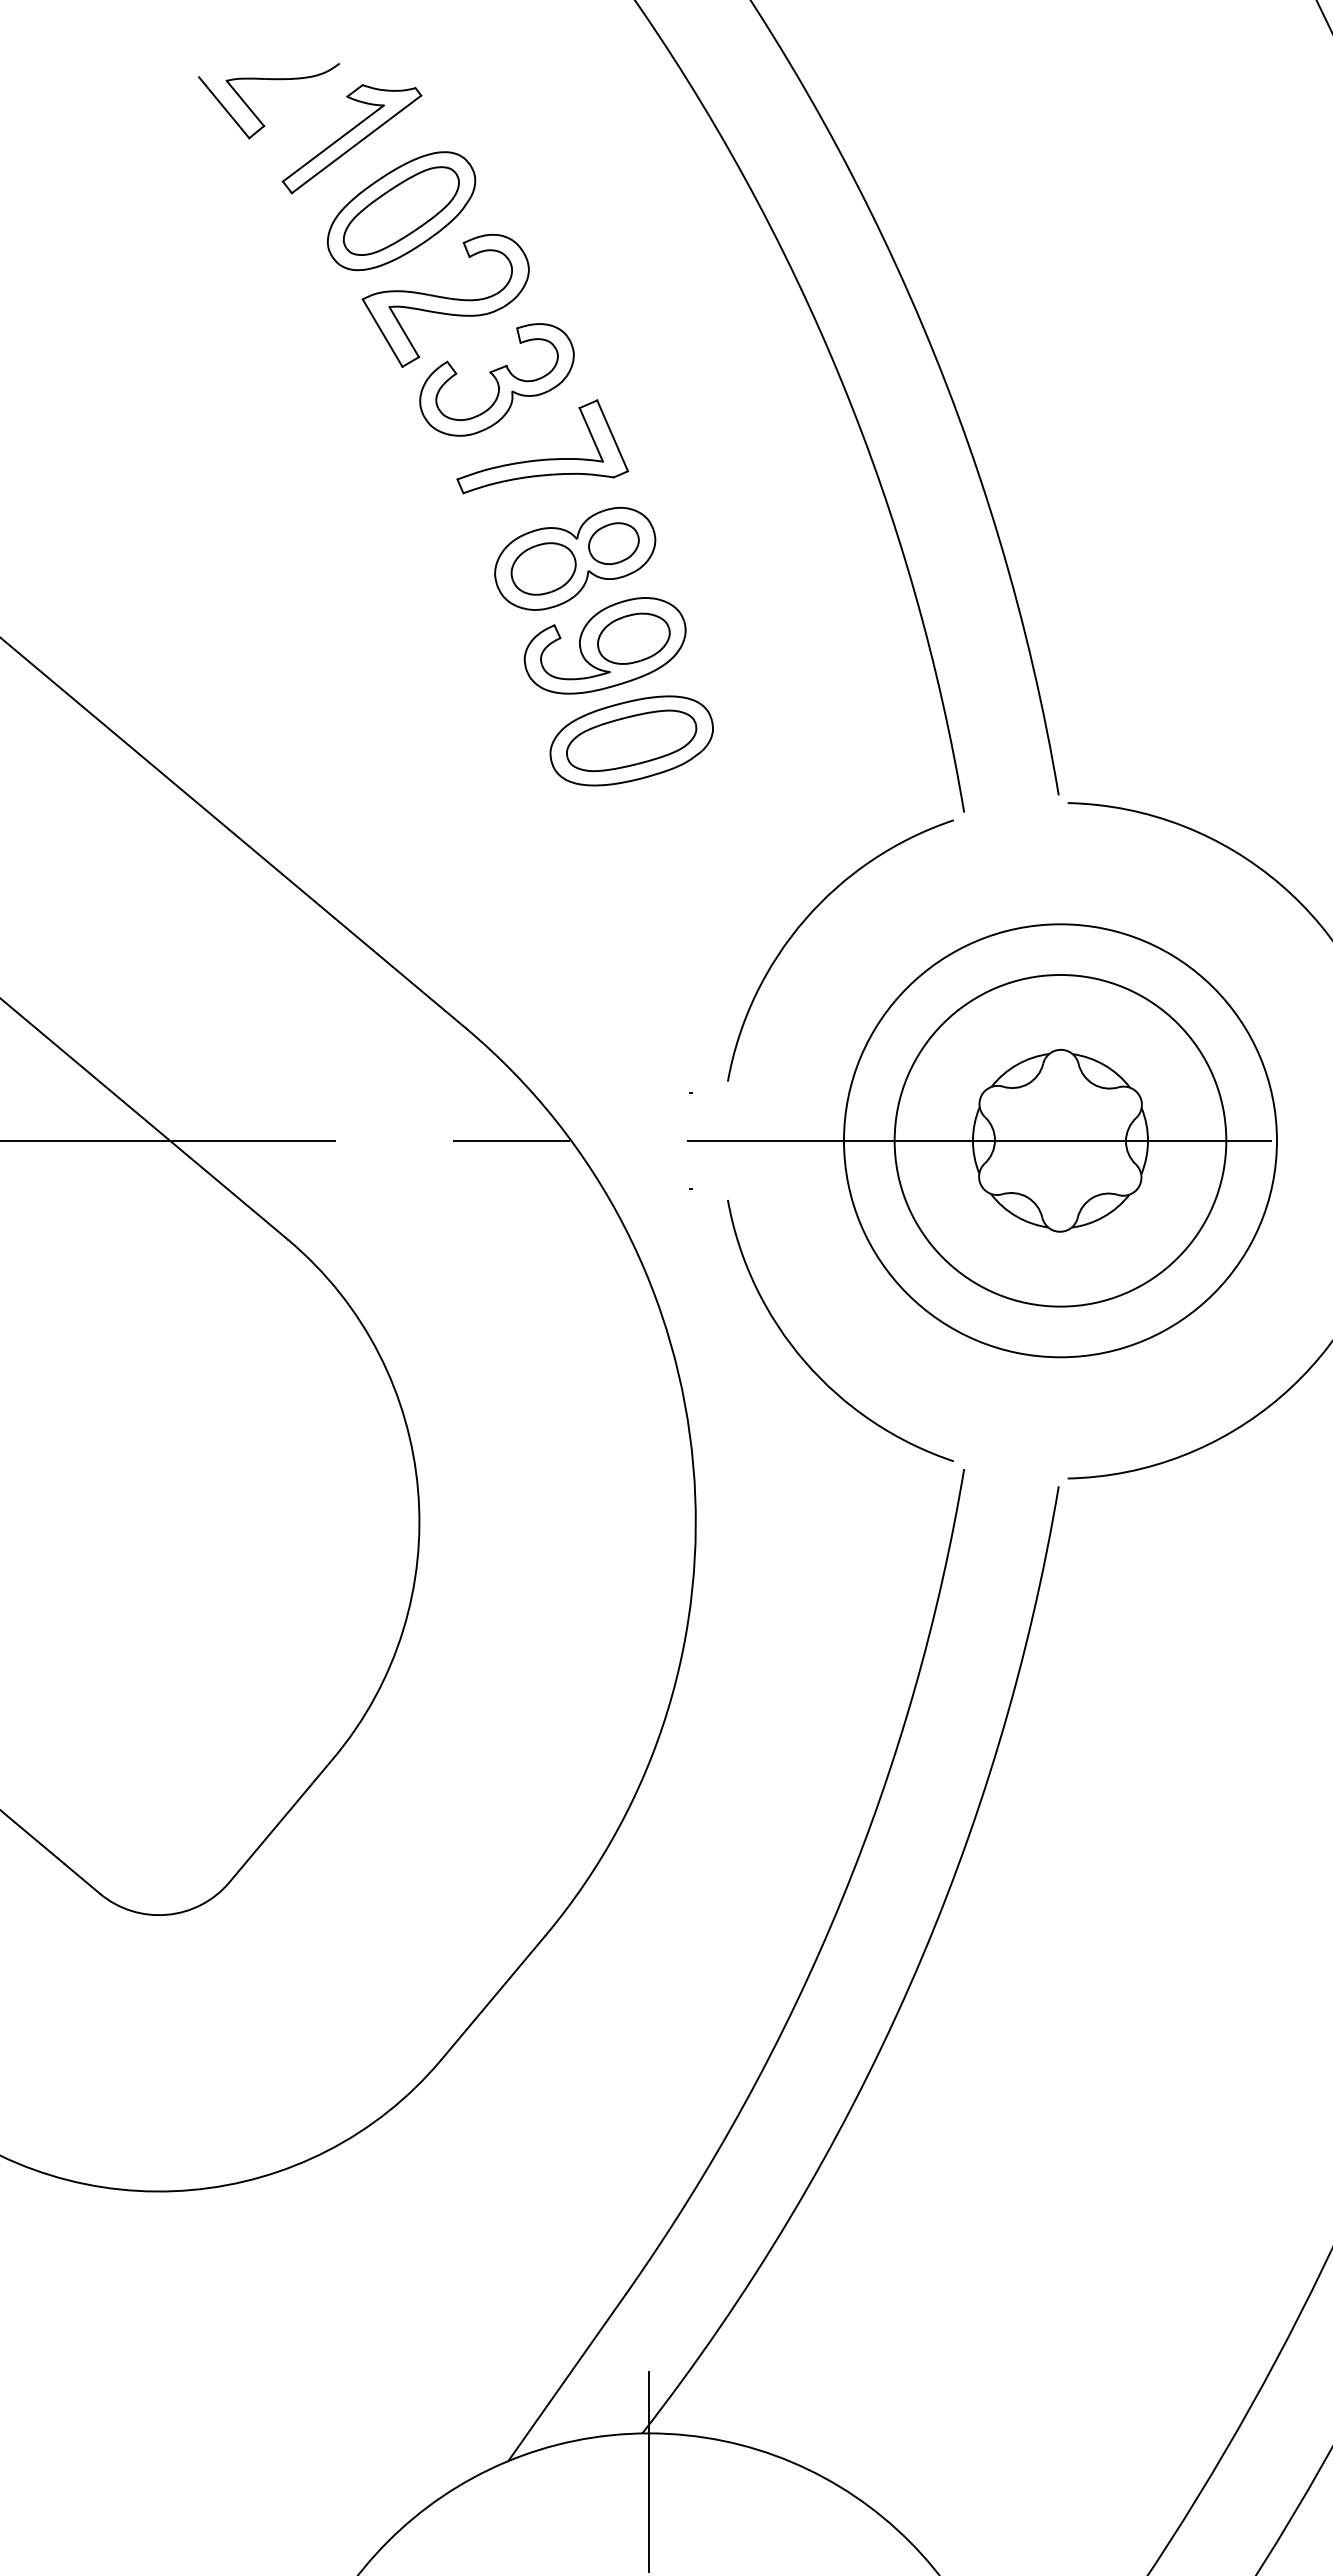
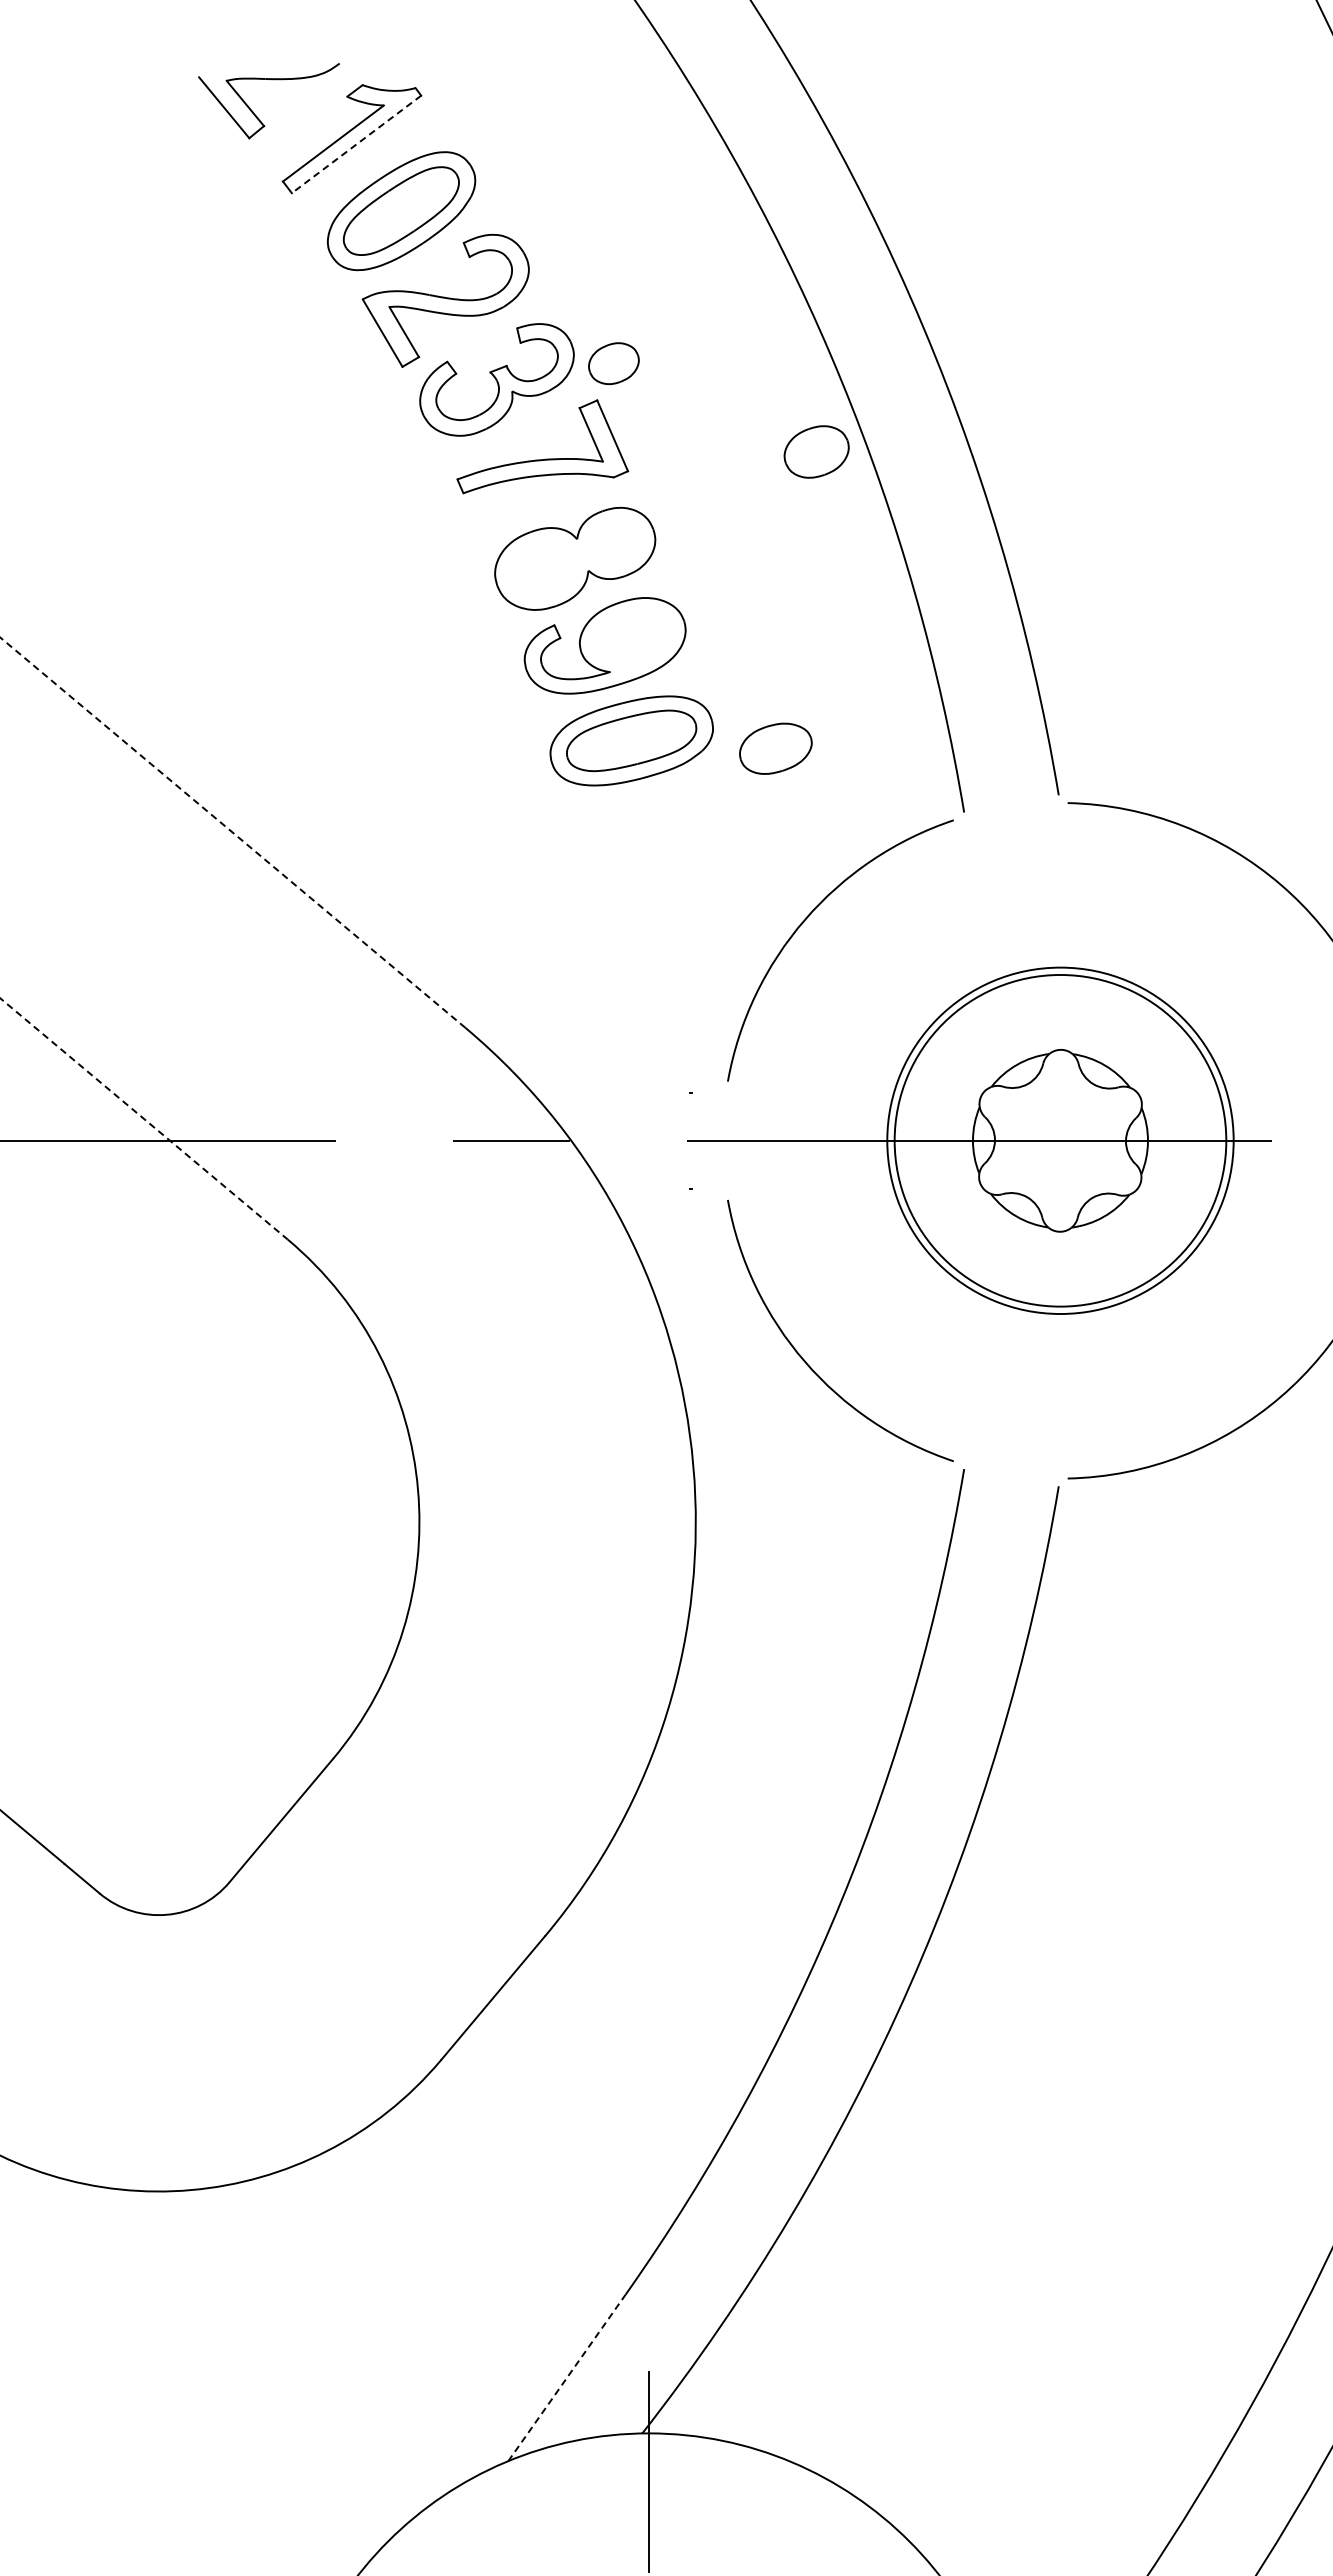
line at (356, 144): solid -> dashed
part at (613, 543) position: (613, 543) -> (613, 363)
part at (543, 568) position: (543, 568) -> (816, 451)
part at (633, 638) position: (633, 638) -> (775, 748)
line at (232, 832): solid -> dashed
line at (144, 1119): solid -> dashed
circle at (1060, 1140) diameter: 433 px -> 346 px
line at (566, 2377): solid -> dashed
